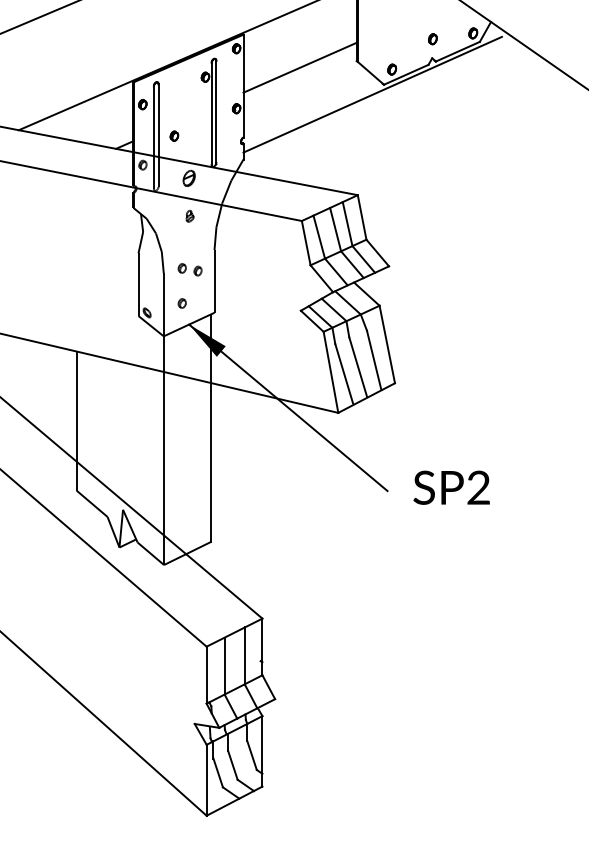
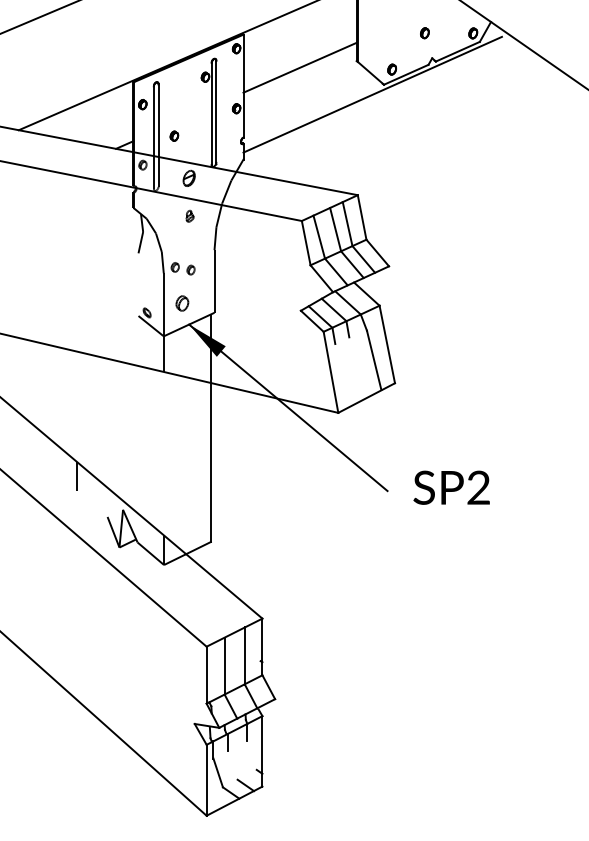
part at (432, 39) position: (432, 39) -> (424, 33)
part at (189, 269) position: (189, 269) -> (182, 268)
line at (138, 284): present -> none
part at (181, 303) size: 10x11 px -> 15x17 px
line at (358, 366): present -> none
line at (344, 373): present -> none
line at (76, 406): present -> none
line at (164, 453): present -> none
line at (91, 503): present -> none
line at (251, 755): present -> none
line at (232, 765): present -> none
